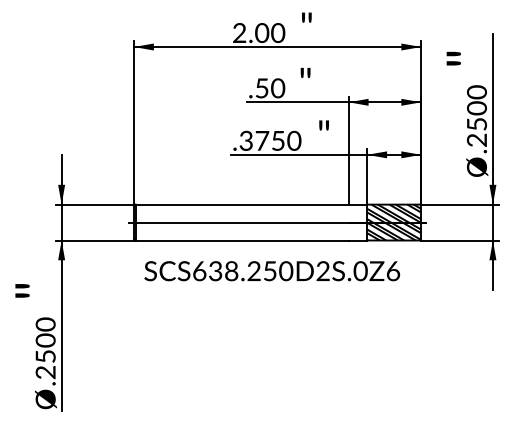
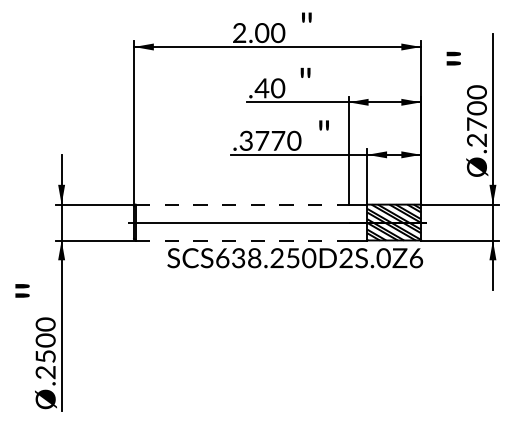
text at (261, 88): .50 -> .40
text at (476, 123): .2500 -> .2700
text at (278, 140): .3750 -> .3770
line at (242, 204): solid -> dashed
line at (242, 240): solid -> dashed
text at (272, 271) position: (272, 271) -> (295, 258)
